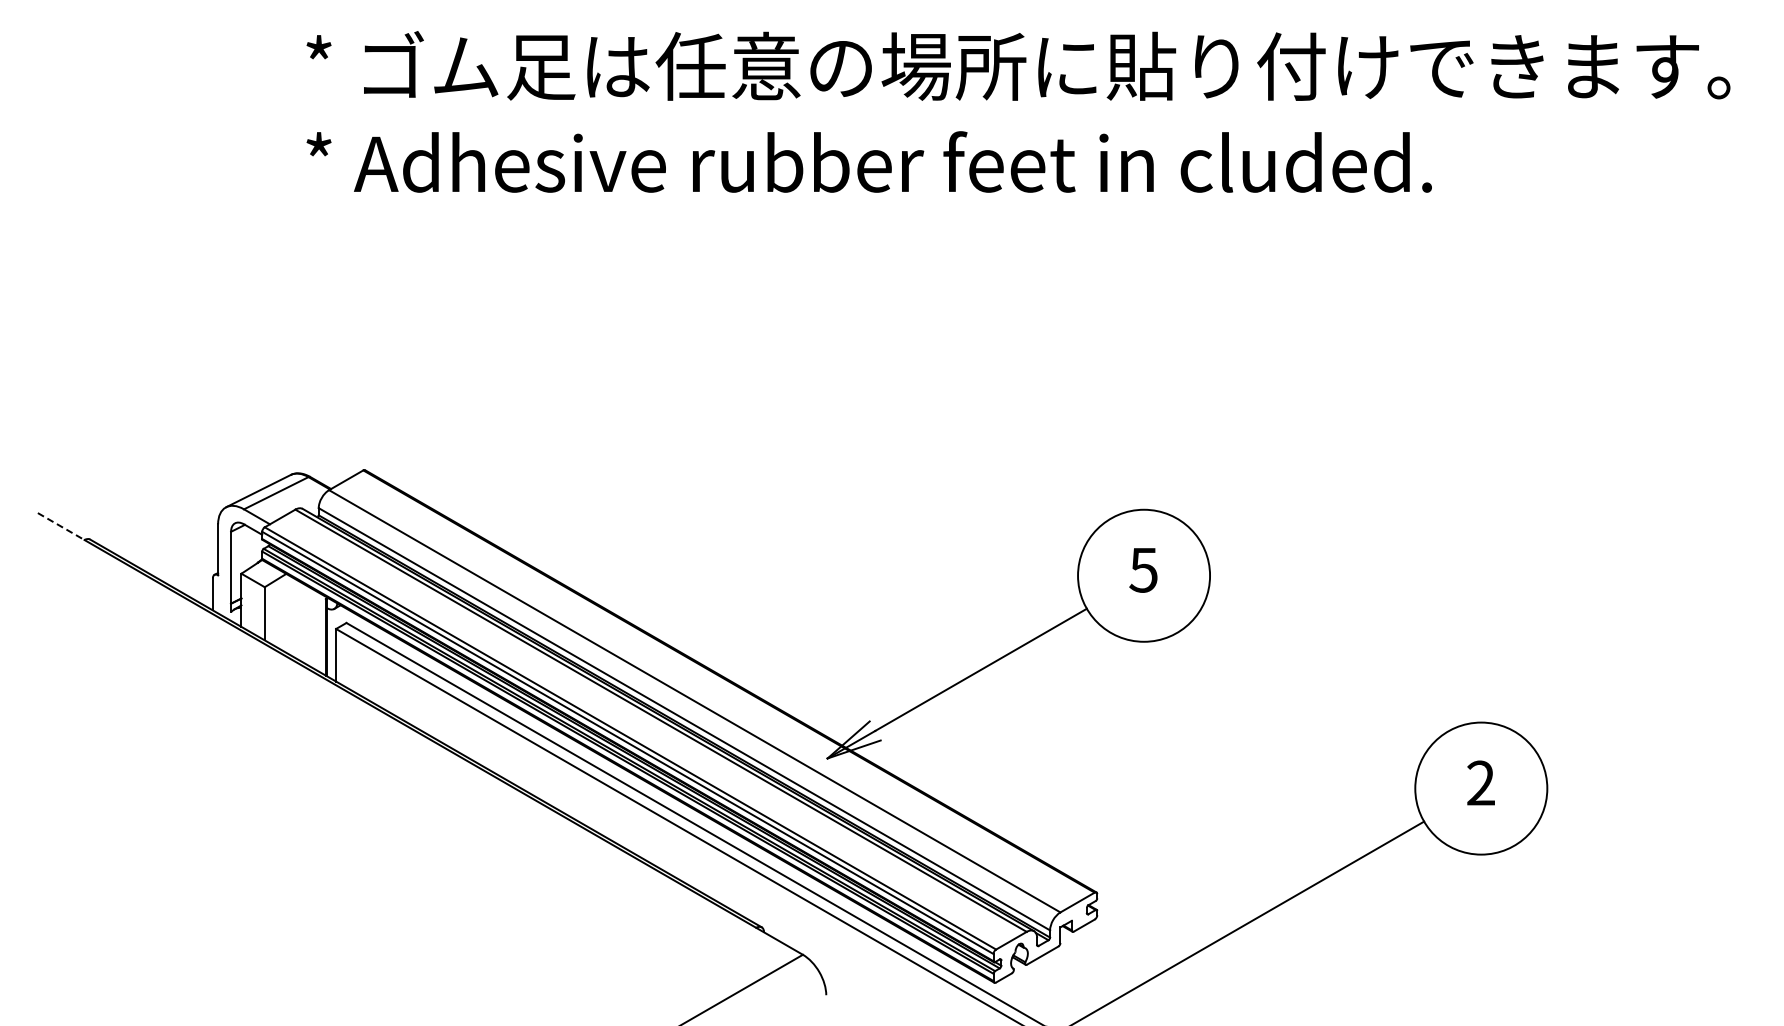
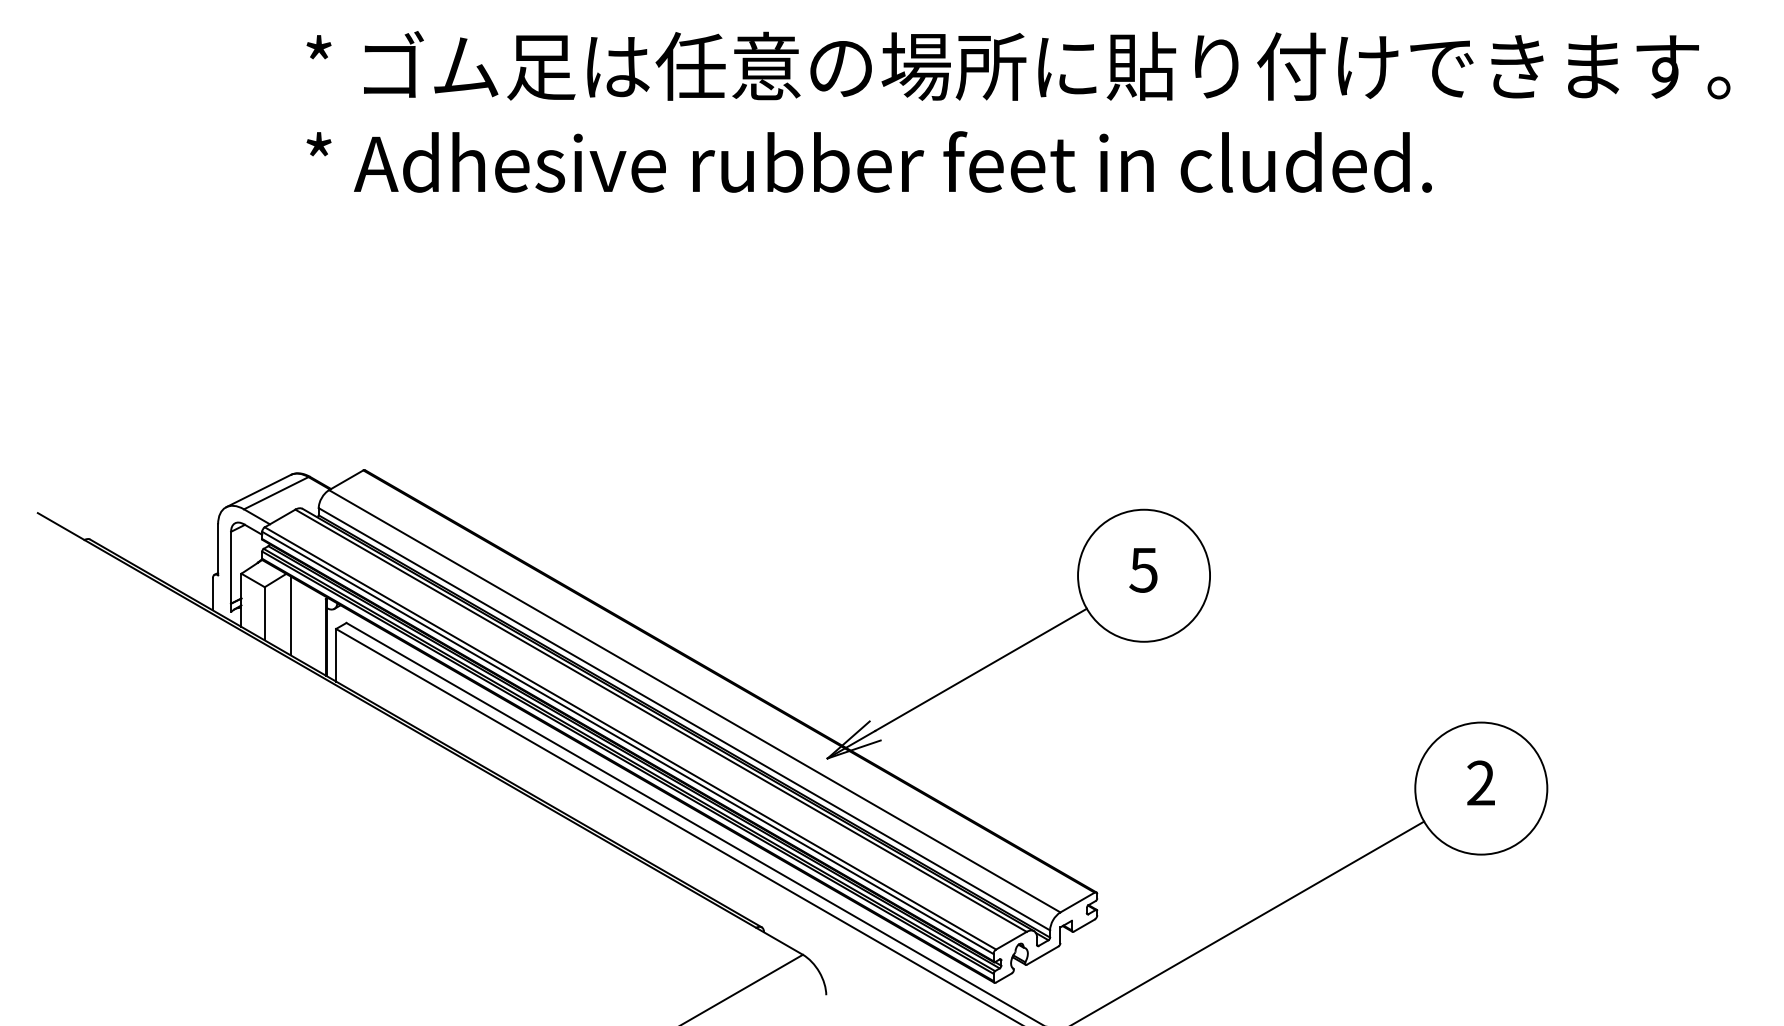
line at (61, 526): dashed -> solid
line at (290, 615): none -> present
